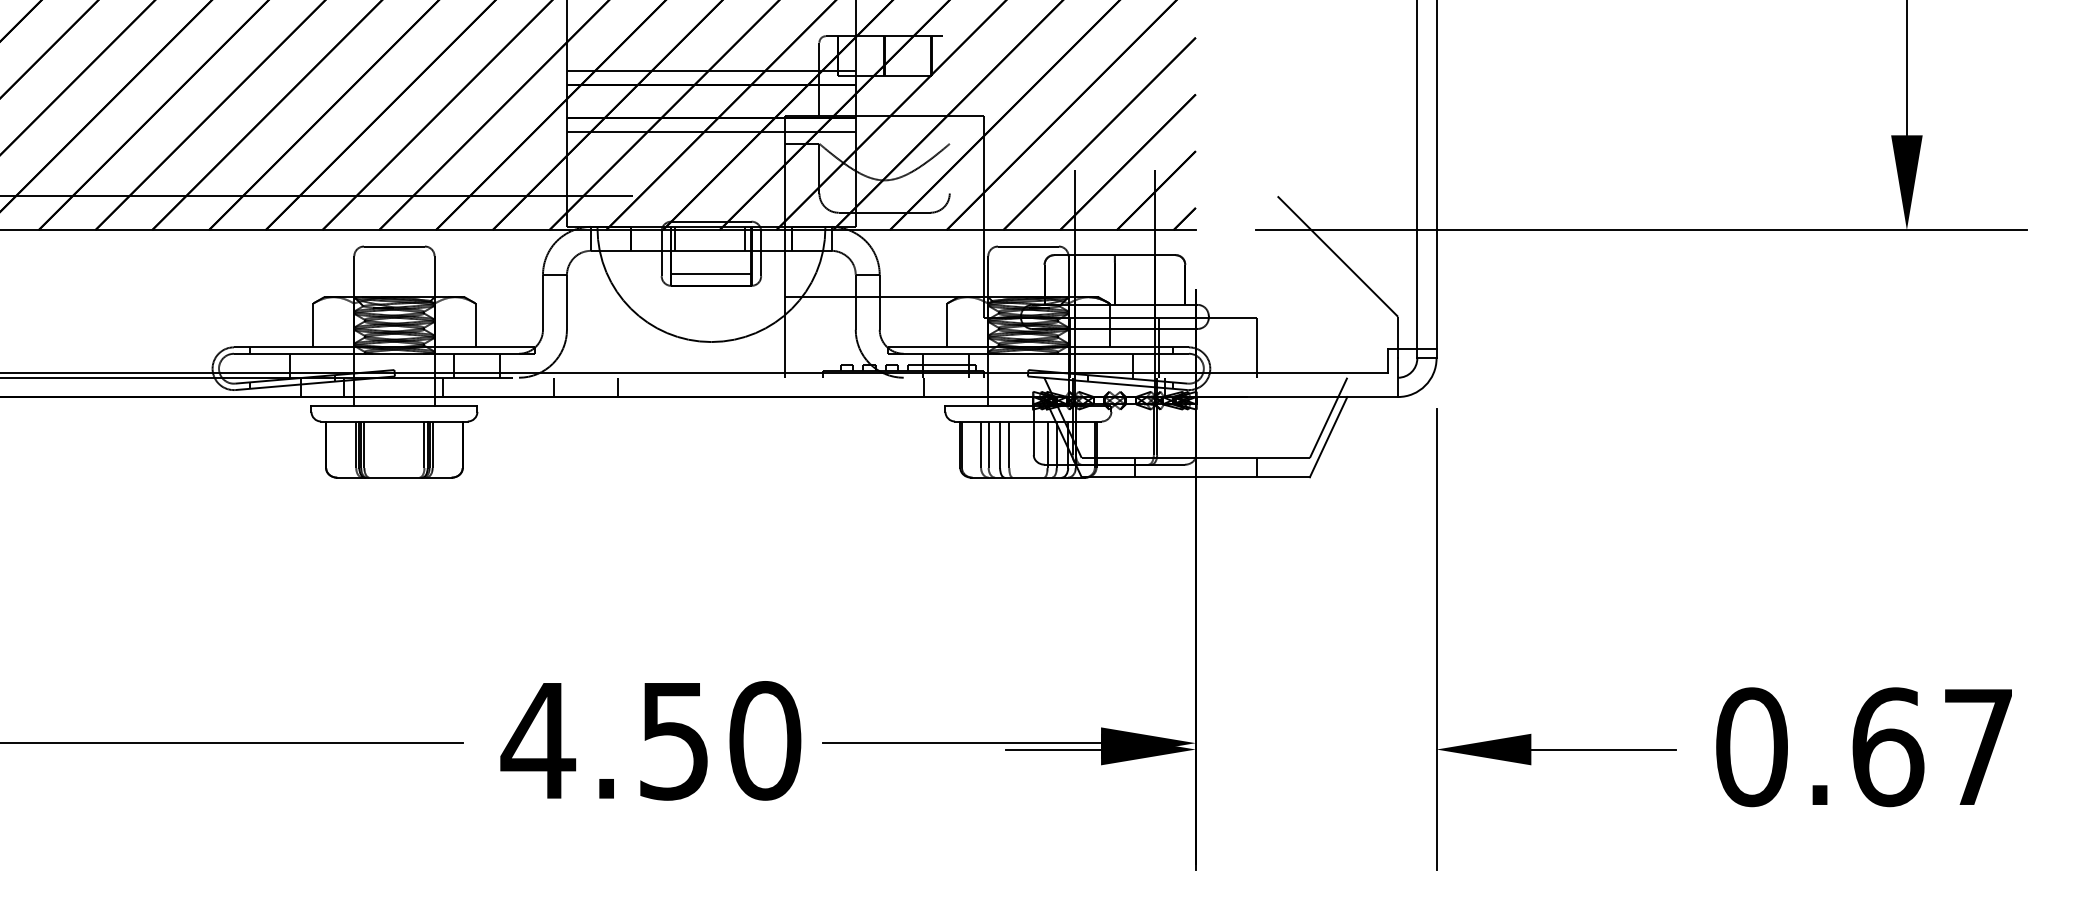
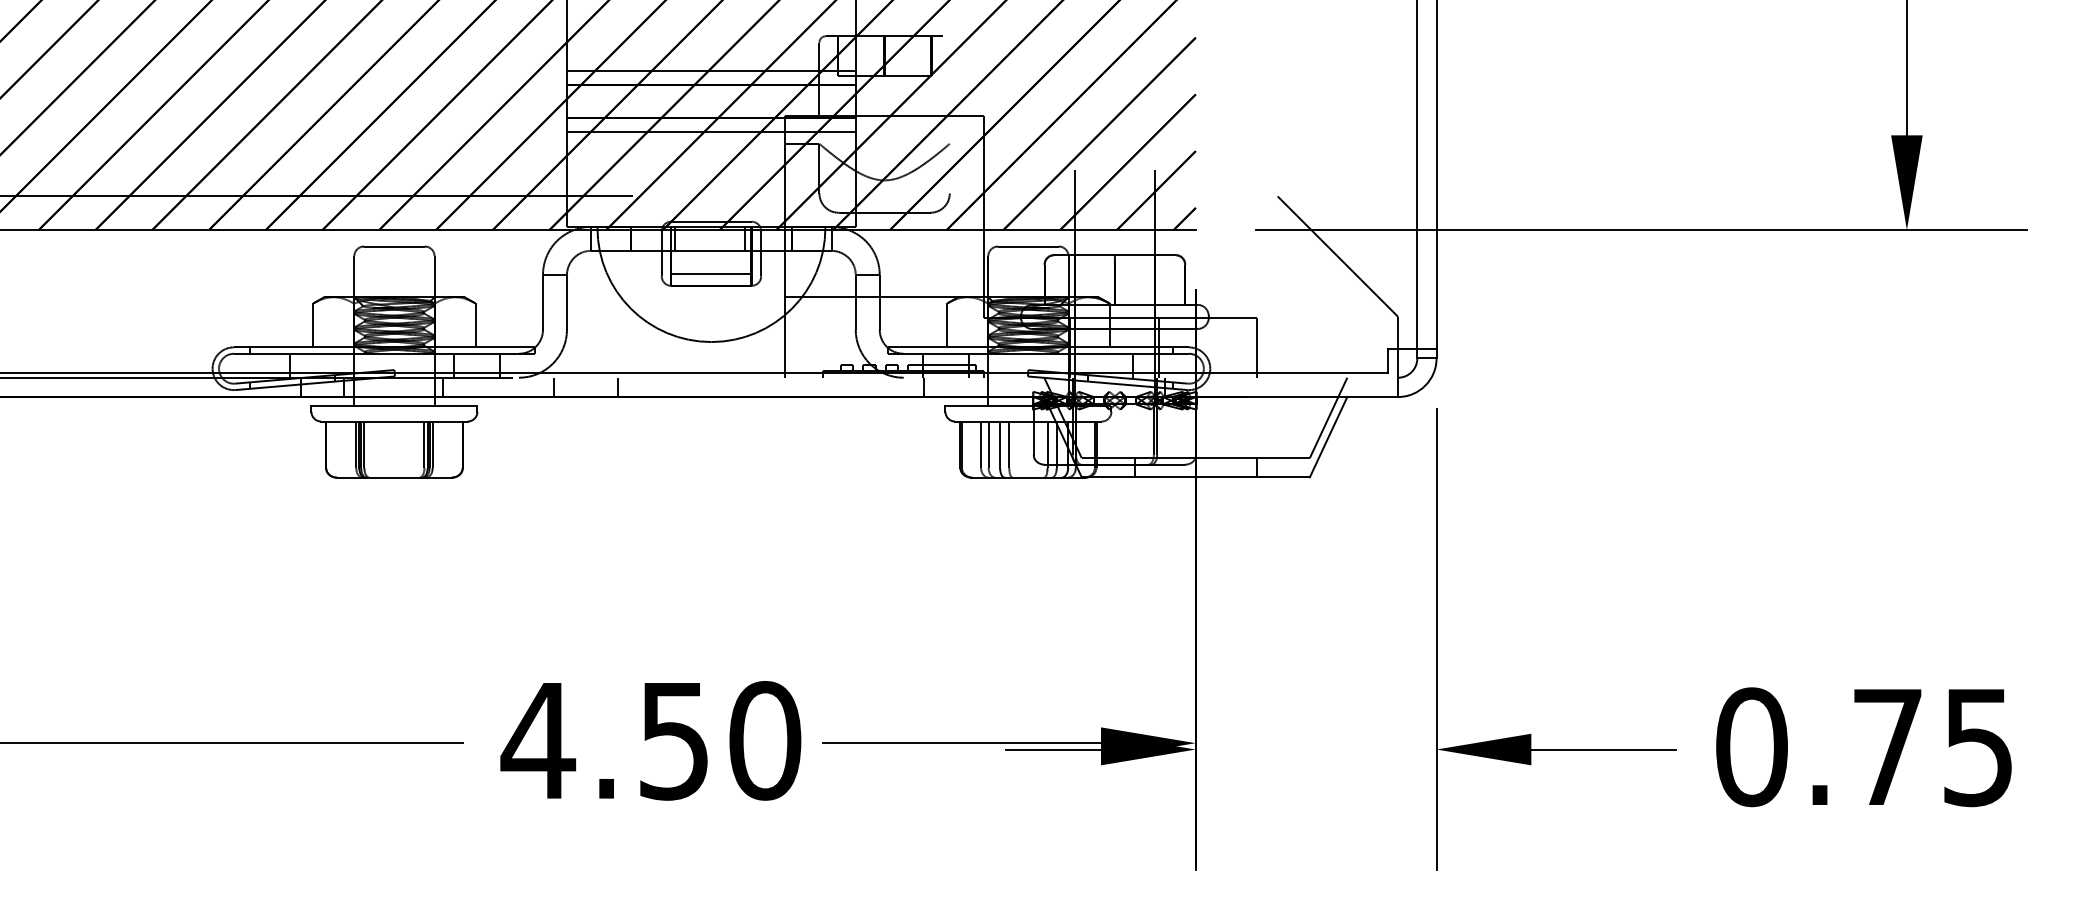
text at (1931, 747): 0.67 -> 0.75
